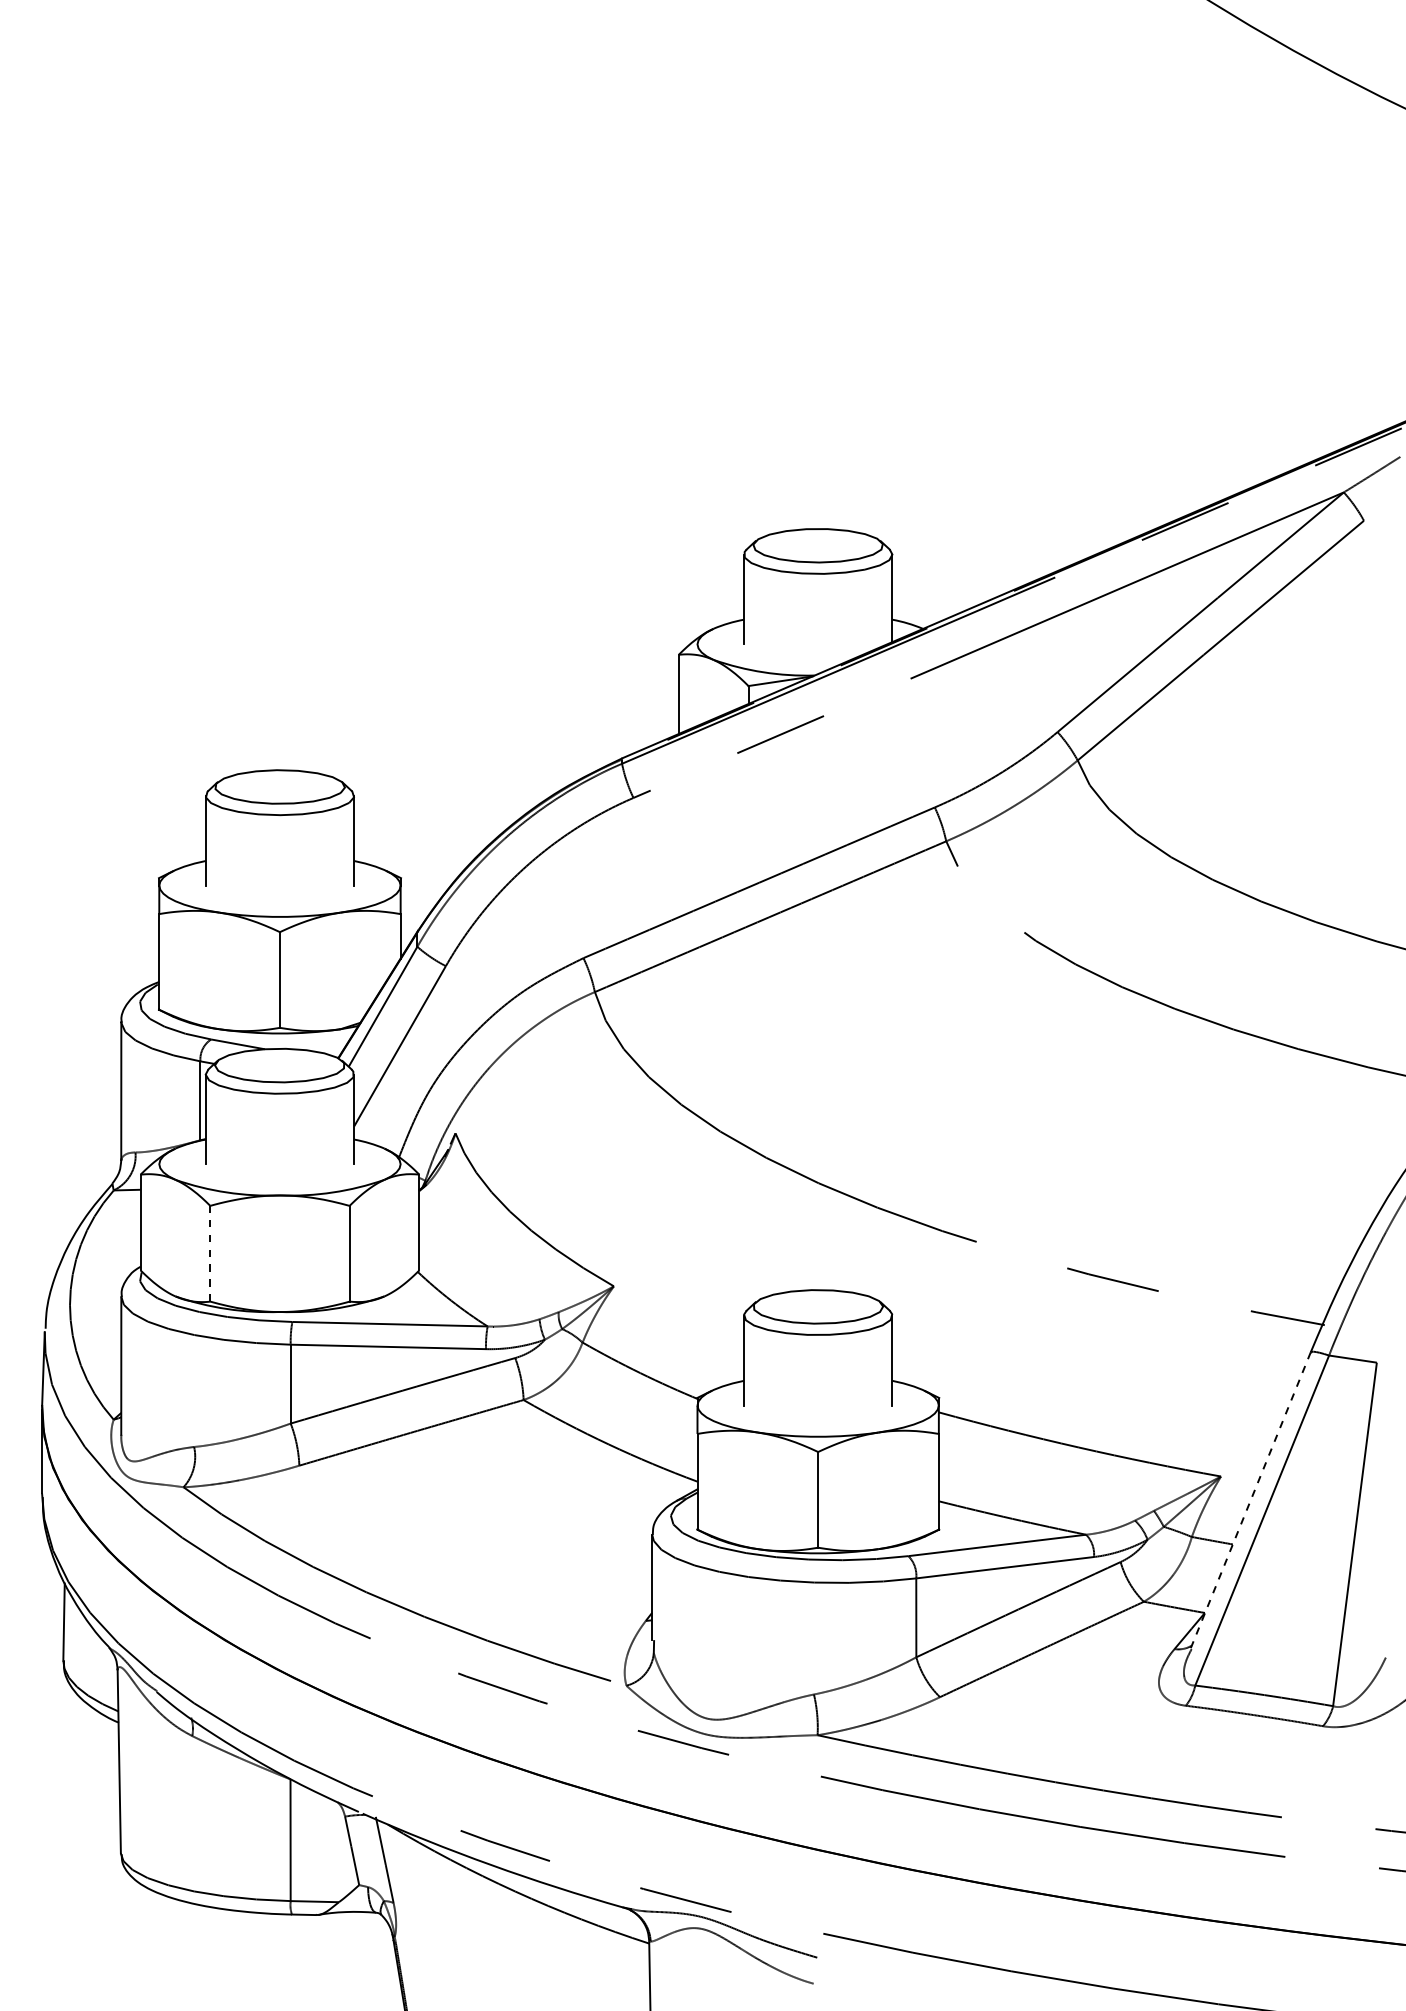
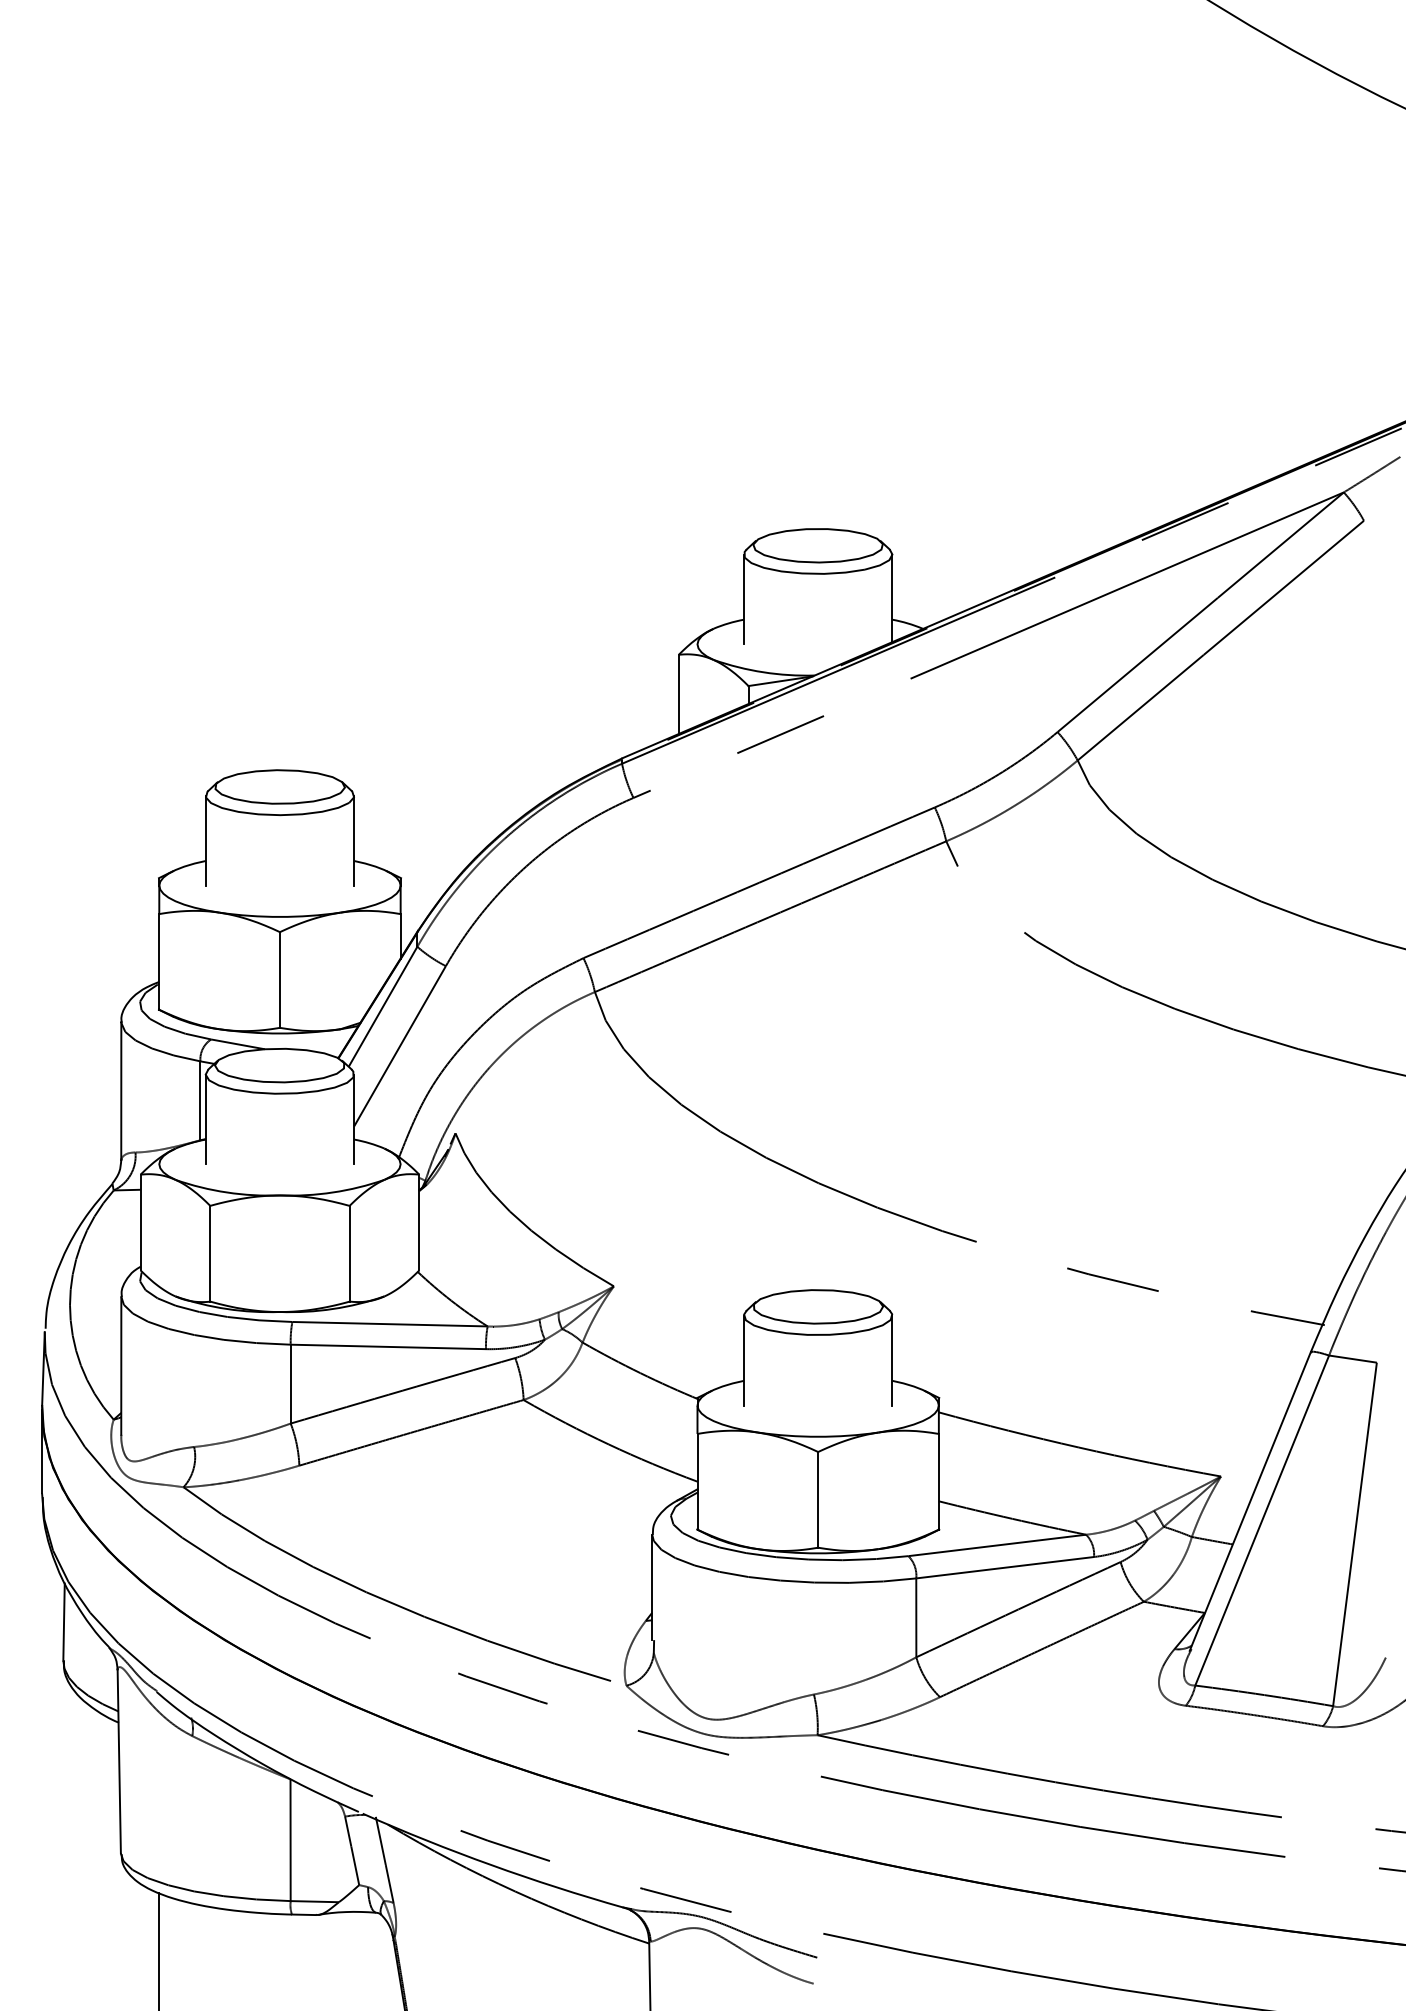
line at (210, 1253): dashed -> solid
line at (1250, 1502): dashed -> solid
line at (159, 1949): none -> present
